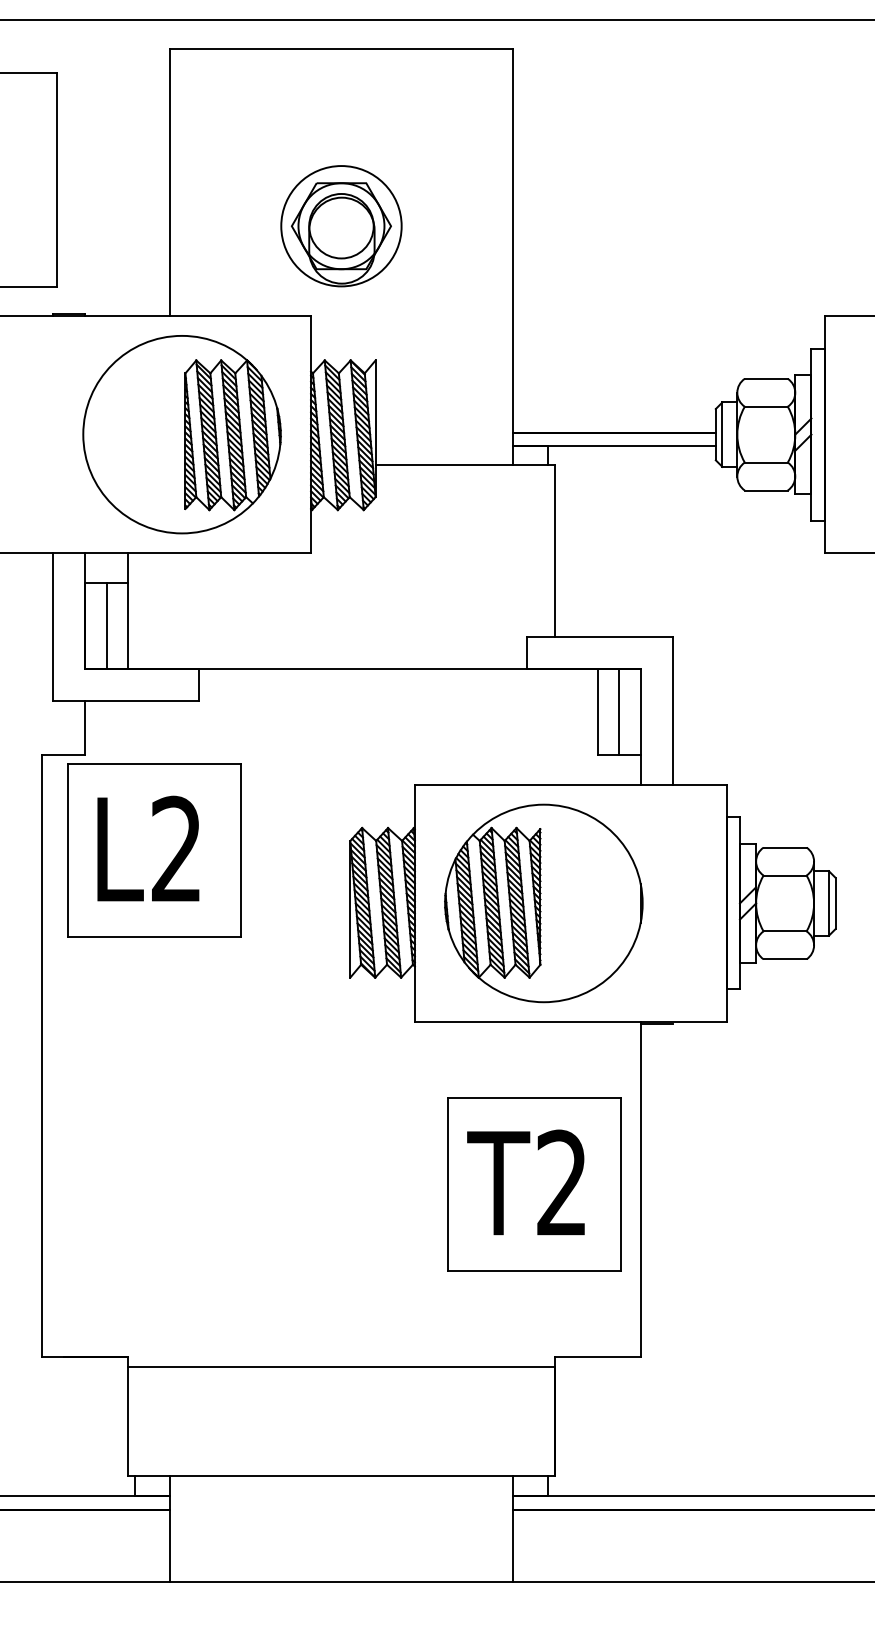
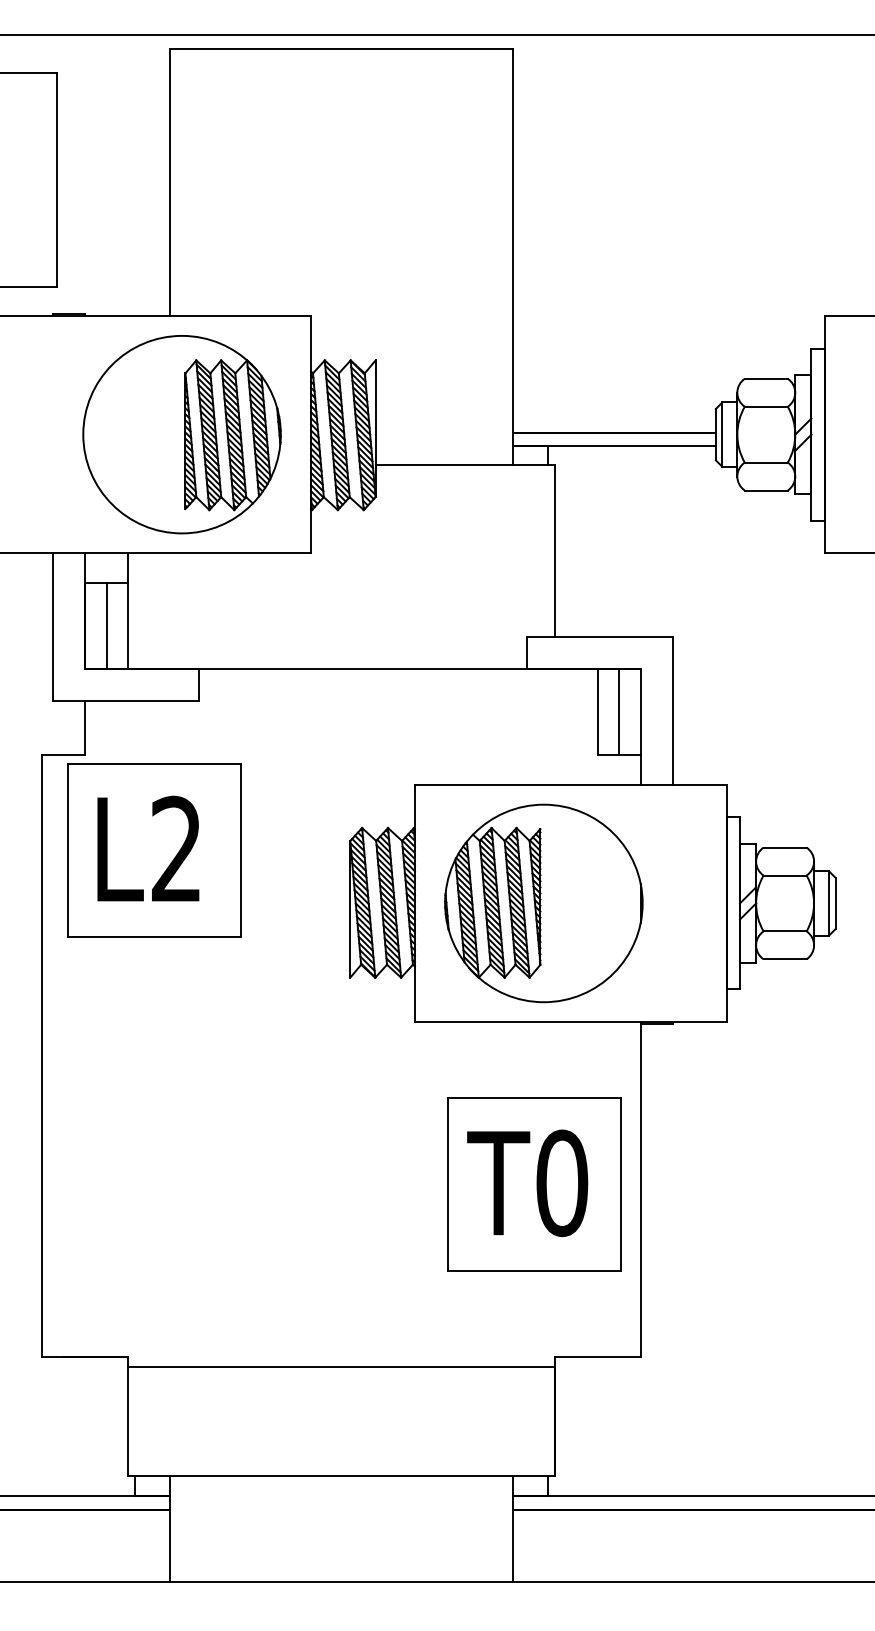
line at (436, 19) position: (436, 19) -> (436, 34)
part at (341, 226): present -> none
text at (562, 1183): T2 -> T0
